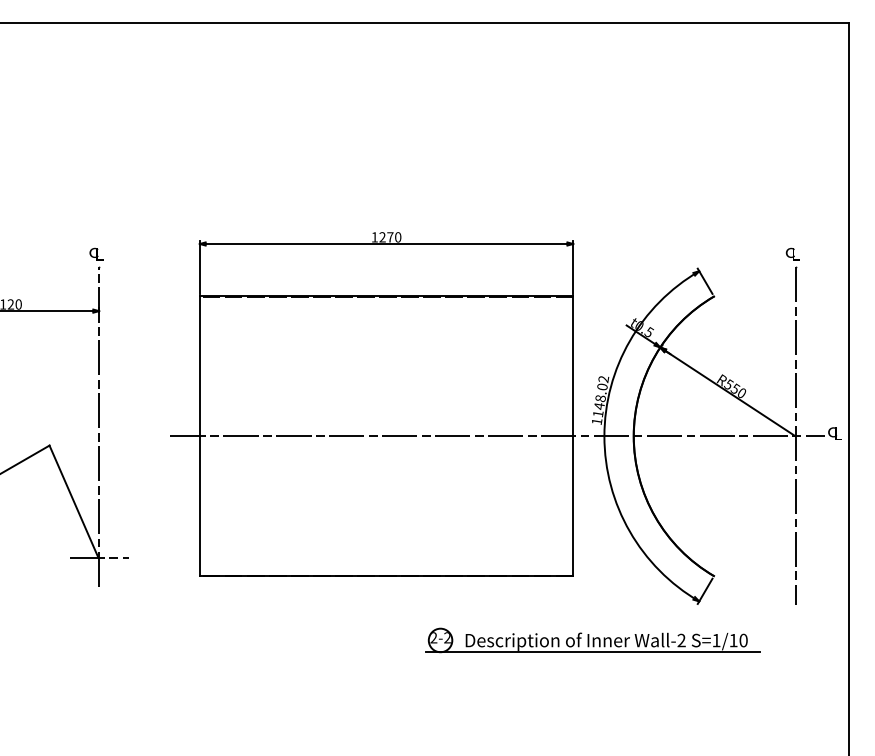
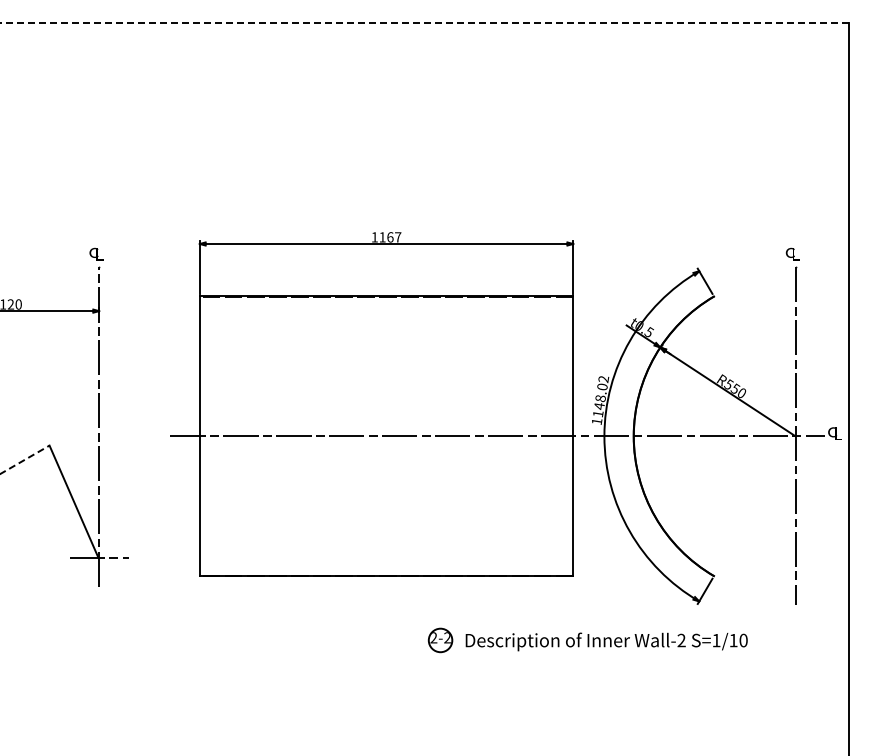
line at (423, 22): solid -> dashed
text at (390, 237): 1270 -> 1167
line at (25, 459): solid -> dashed
line at (592, 652): present -> none
